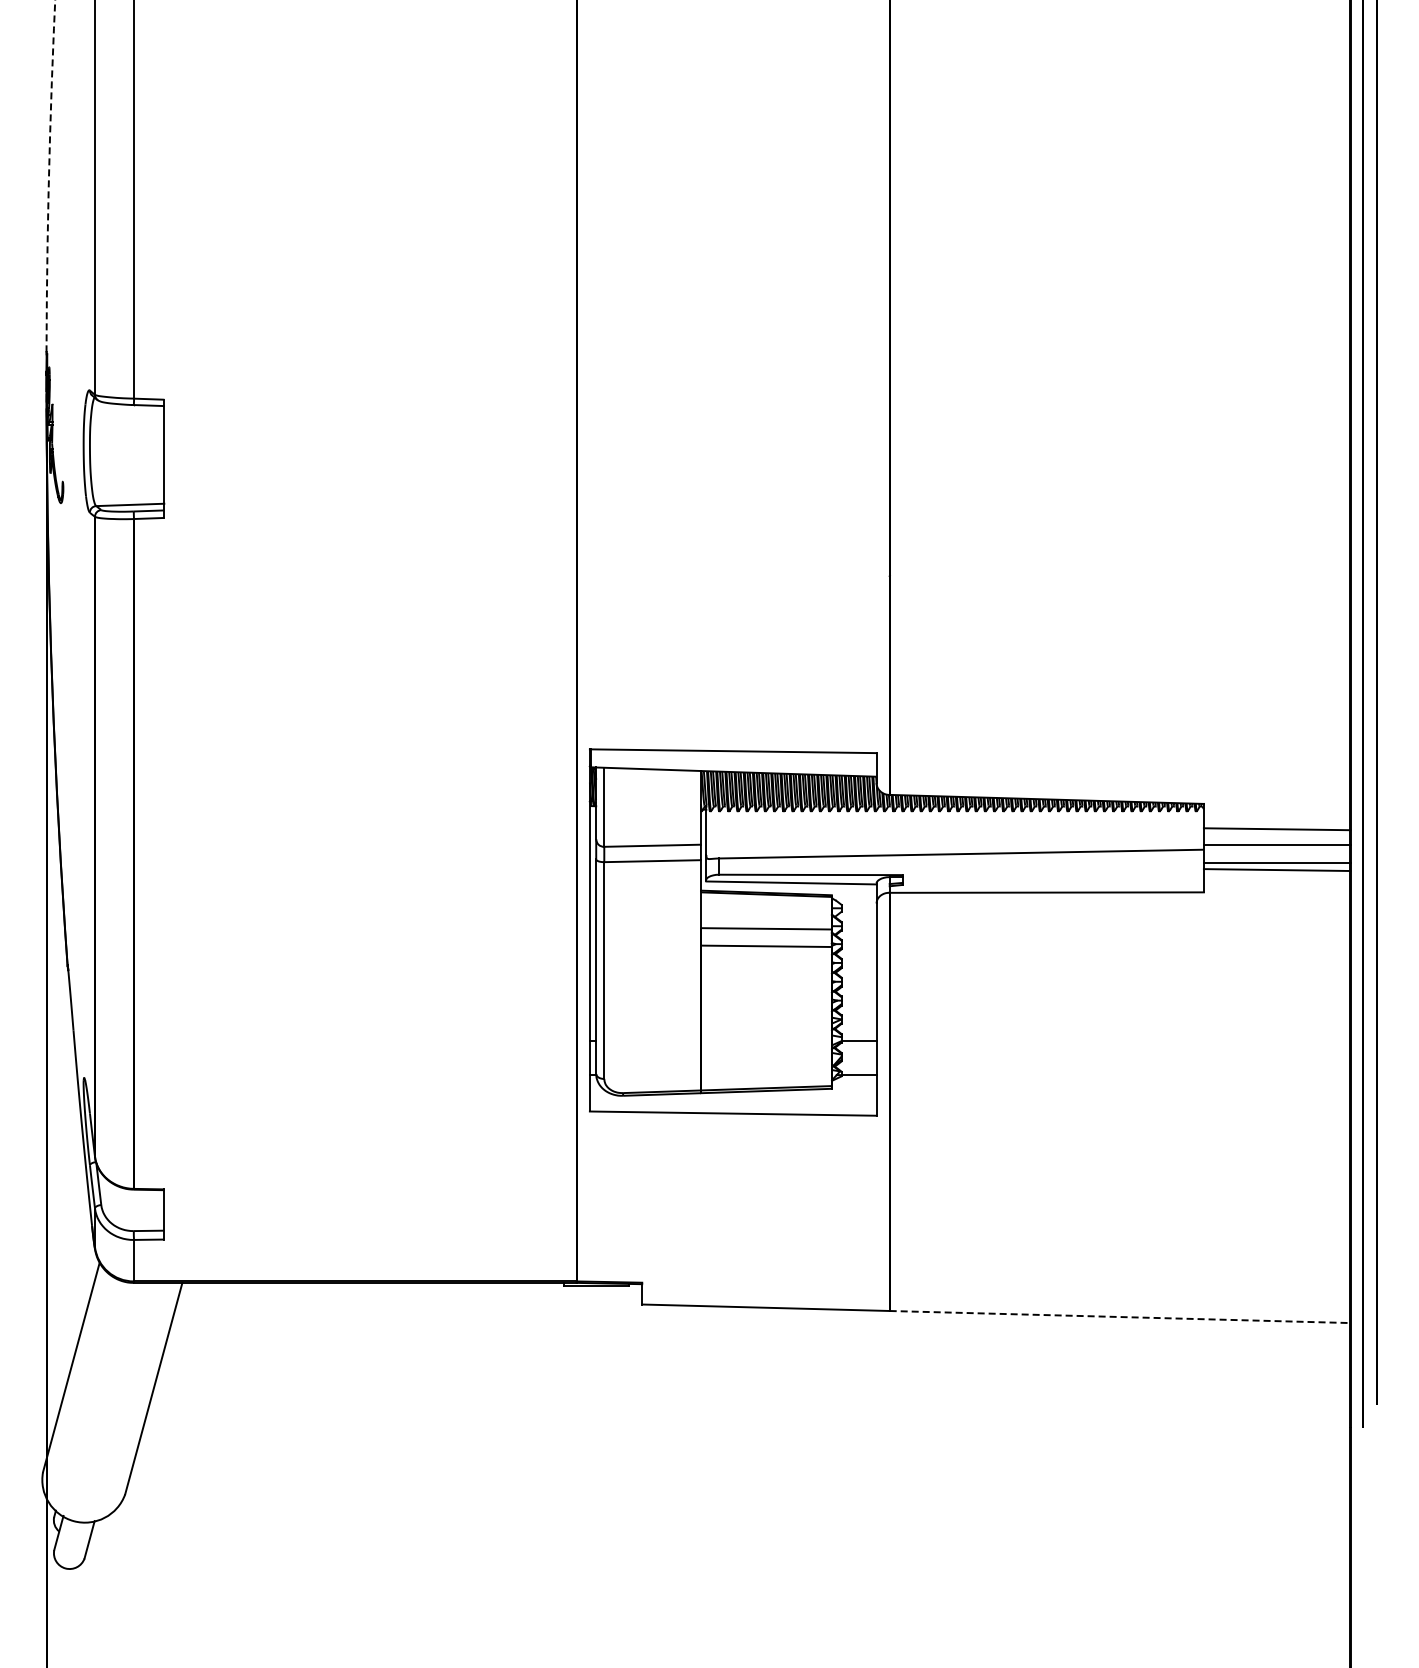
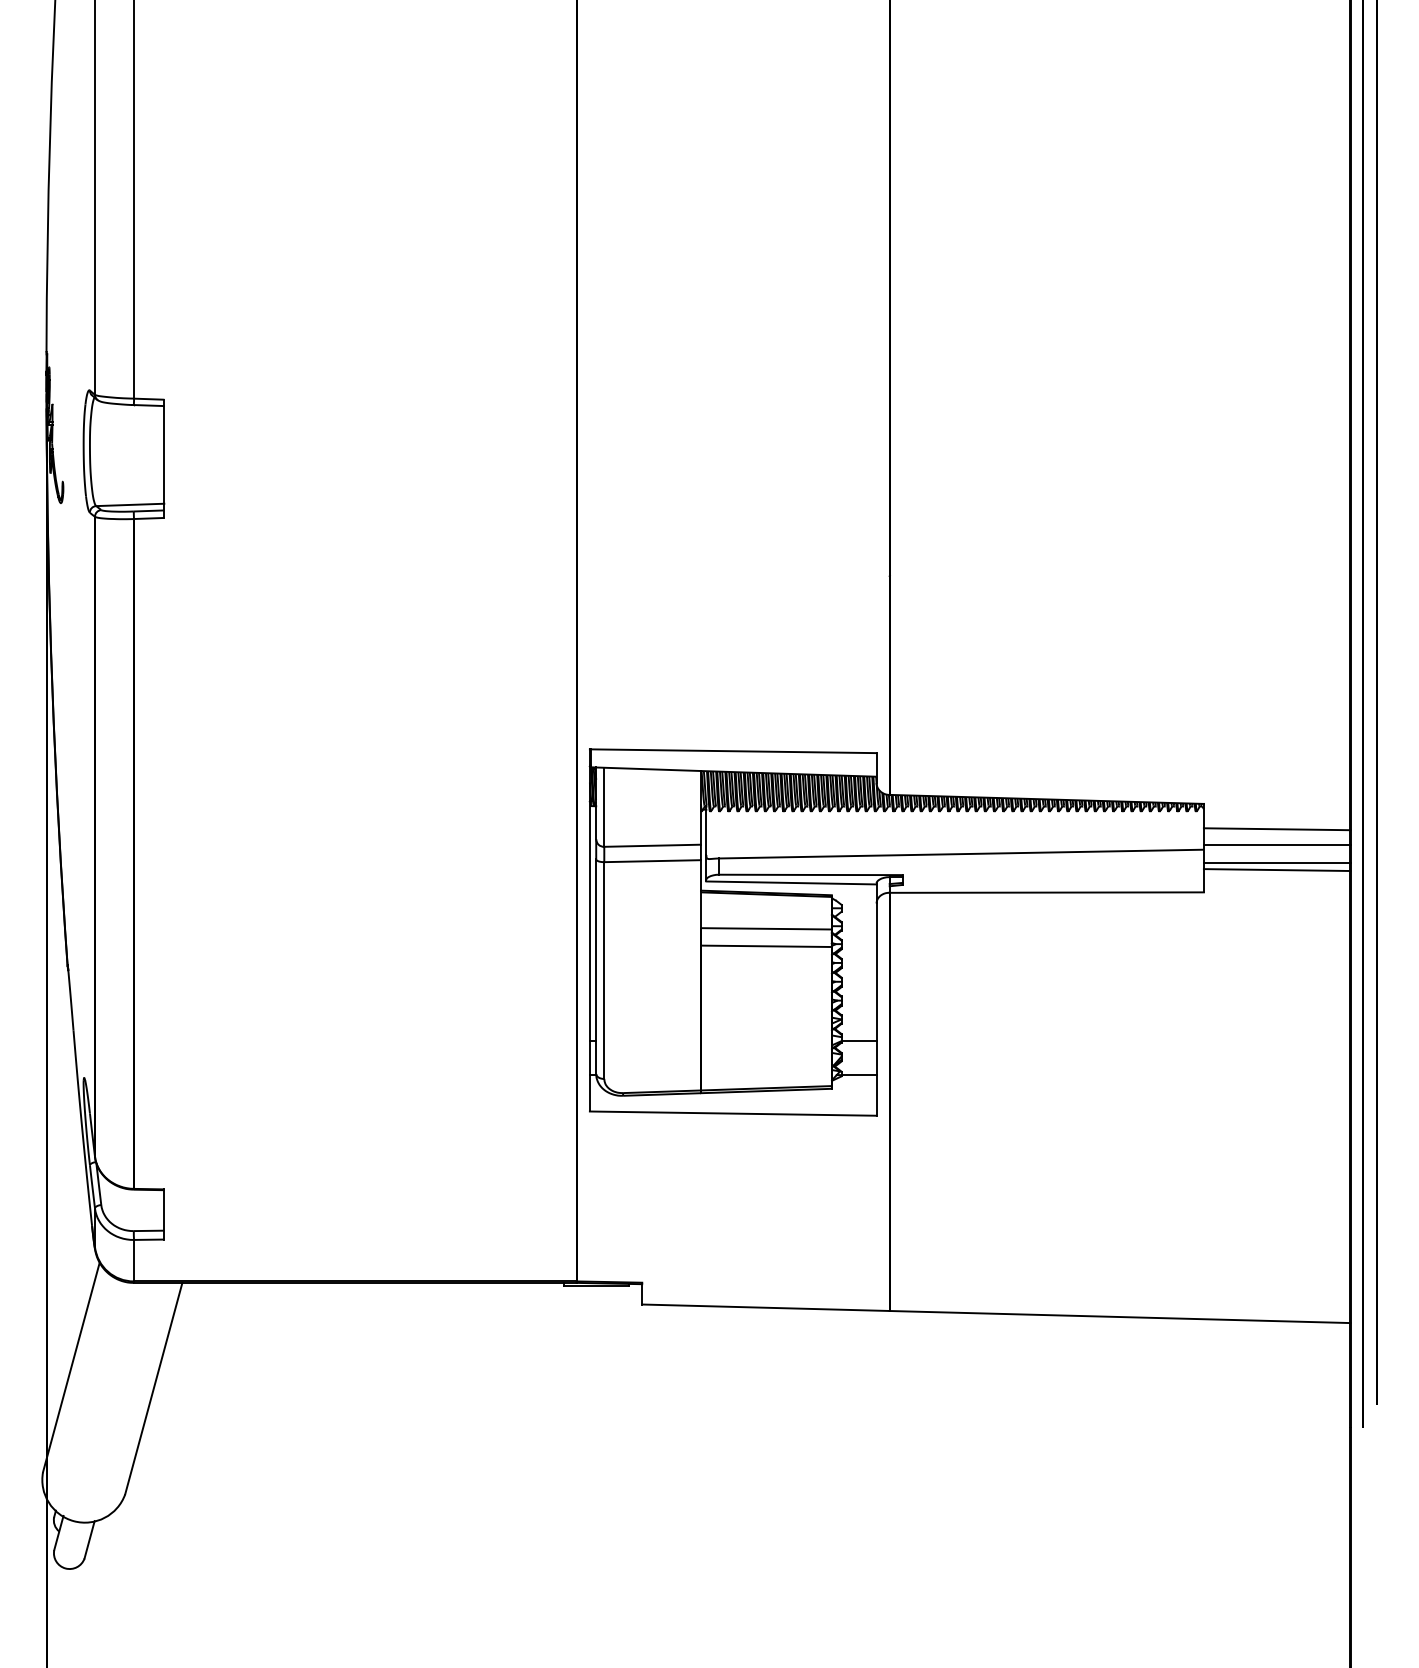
arc at (49, 176): dashed -> solid
line at (1120, 1317): dashed -> solid
